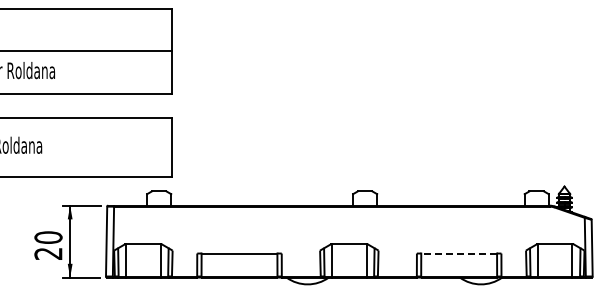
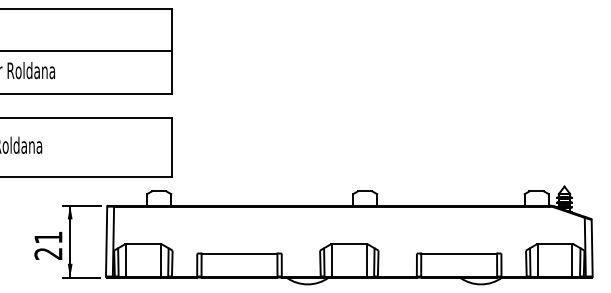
text at (48, 237): 20 -> 21
line at (459, 253): dashed -> solid
